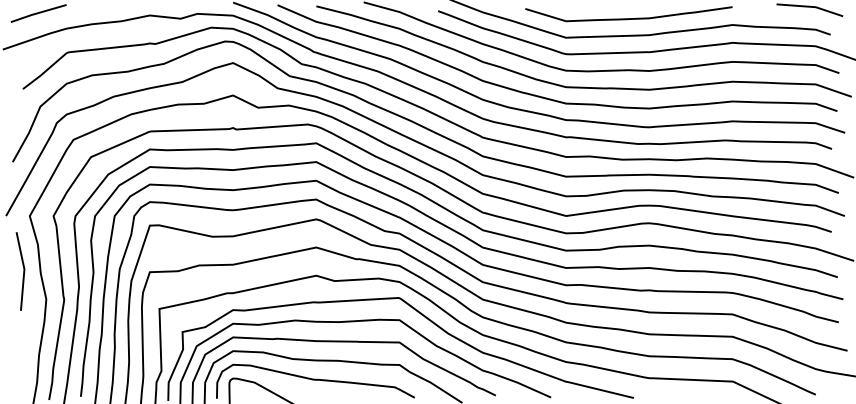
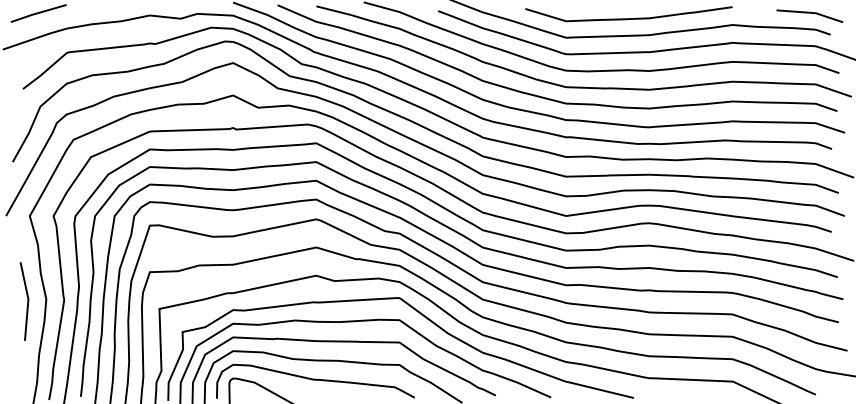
line at (809, 7) position: (809, 7) -> (809, 13)
line at (23, 271) position: (23, 271) -> (27, 301)
